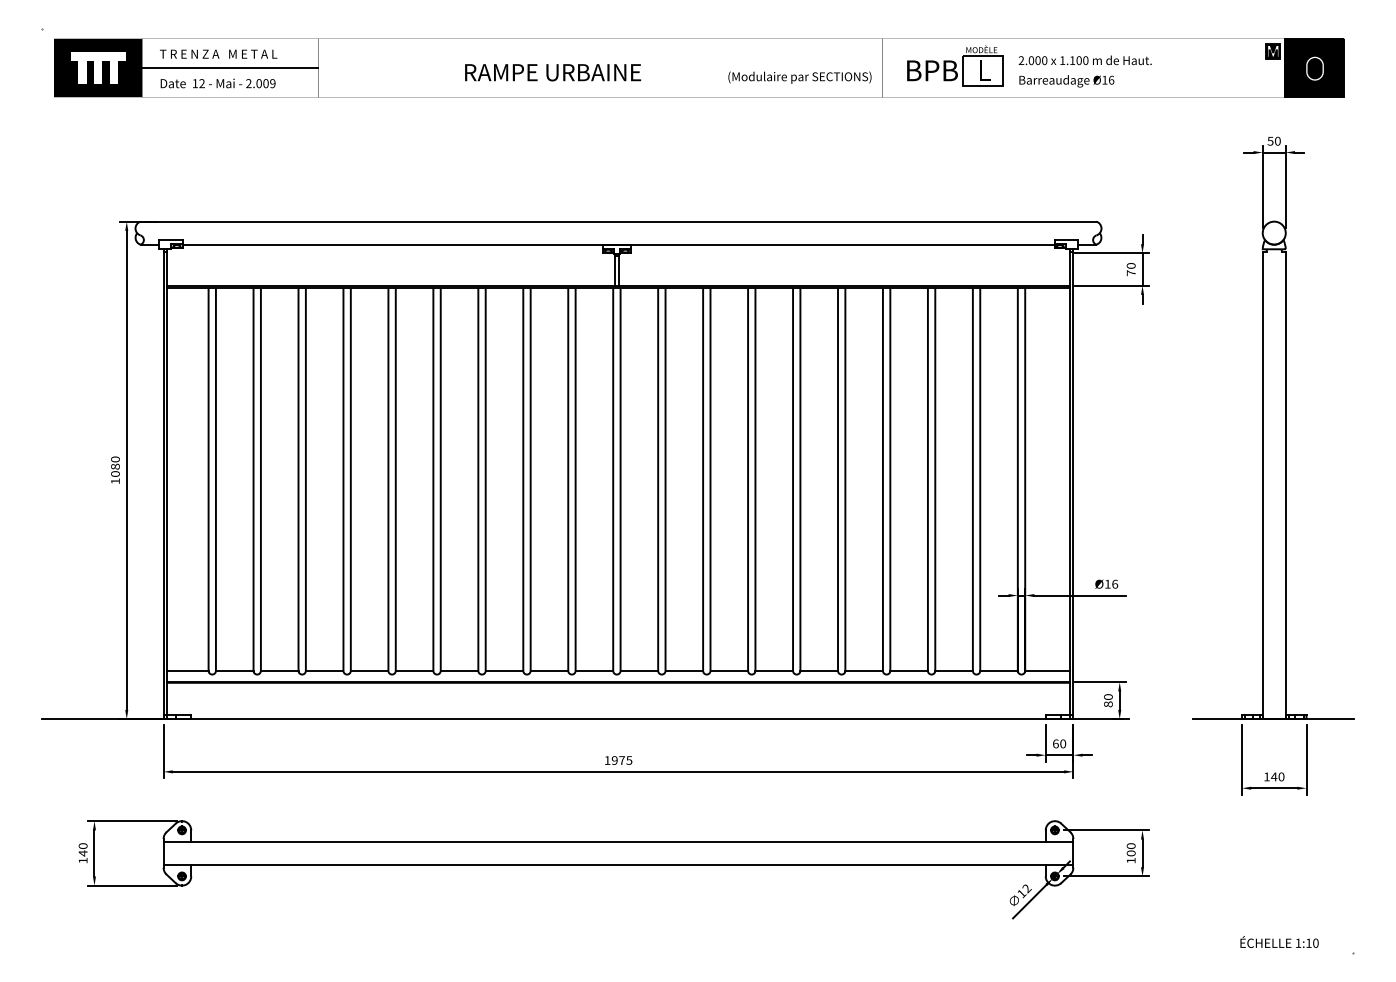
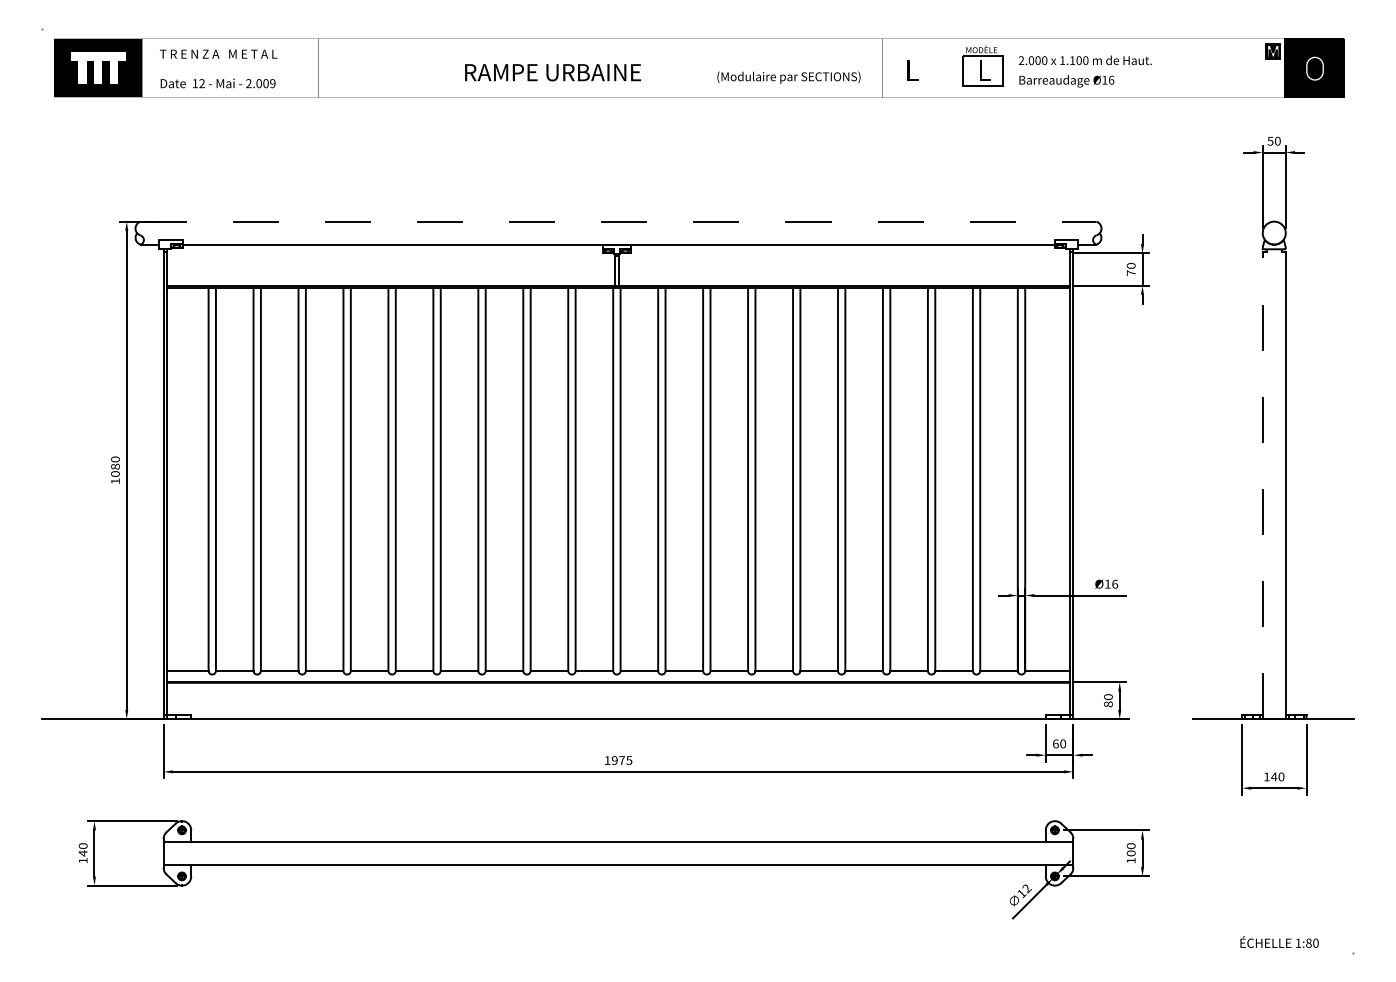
line at (230, 68): present -> none
text at (932, 70): BPB -> L
text at (799, 77) position: (799, 77) -> (788, 77)
line at (618, 221): solid -> dashed
line at (1262, 485): solid -> dashed
text at (1308, 942): 1:10 -> 1:80
